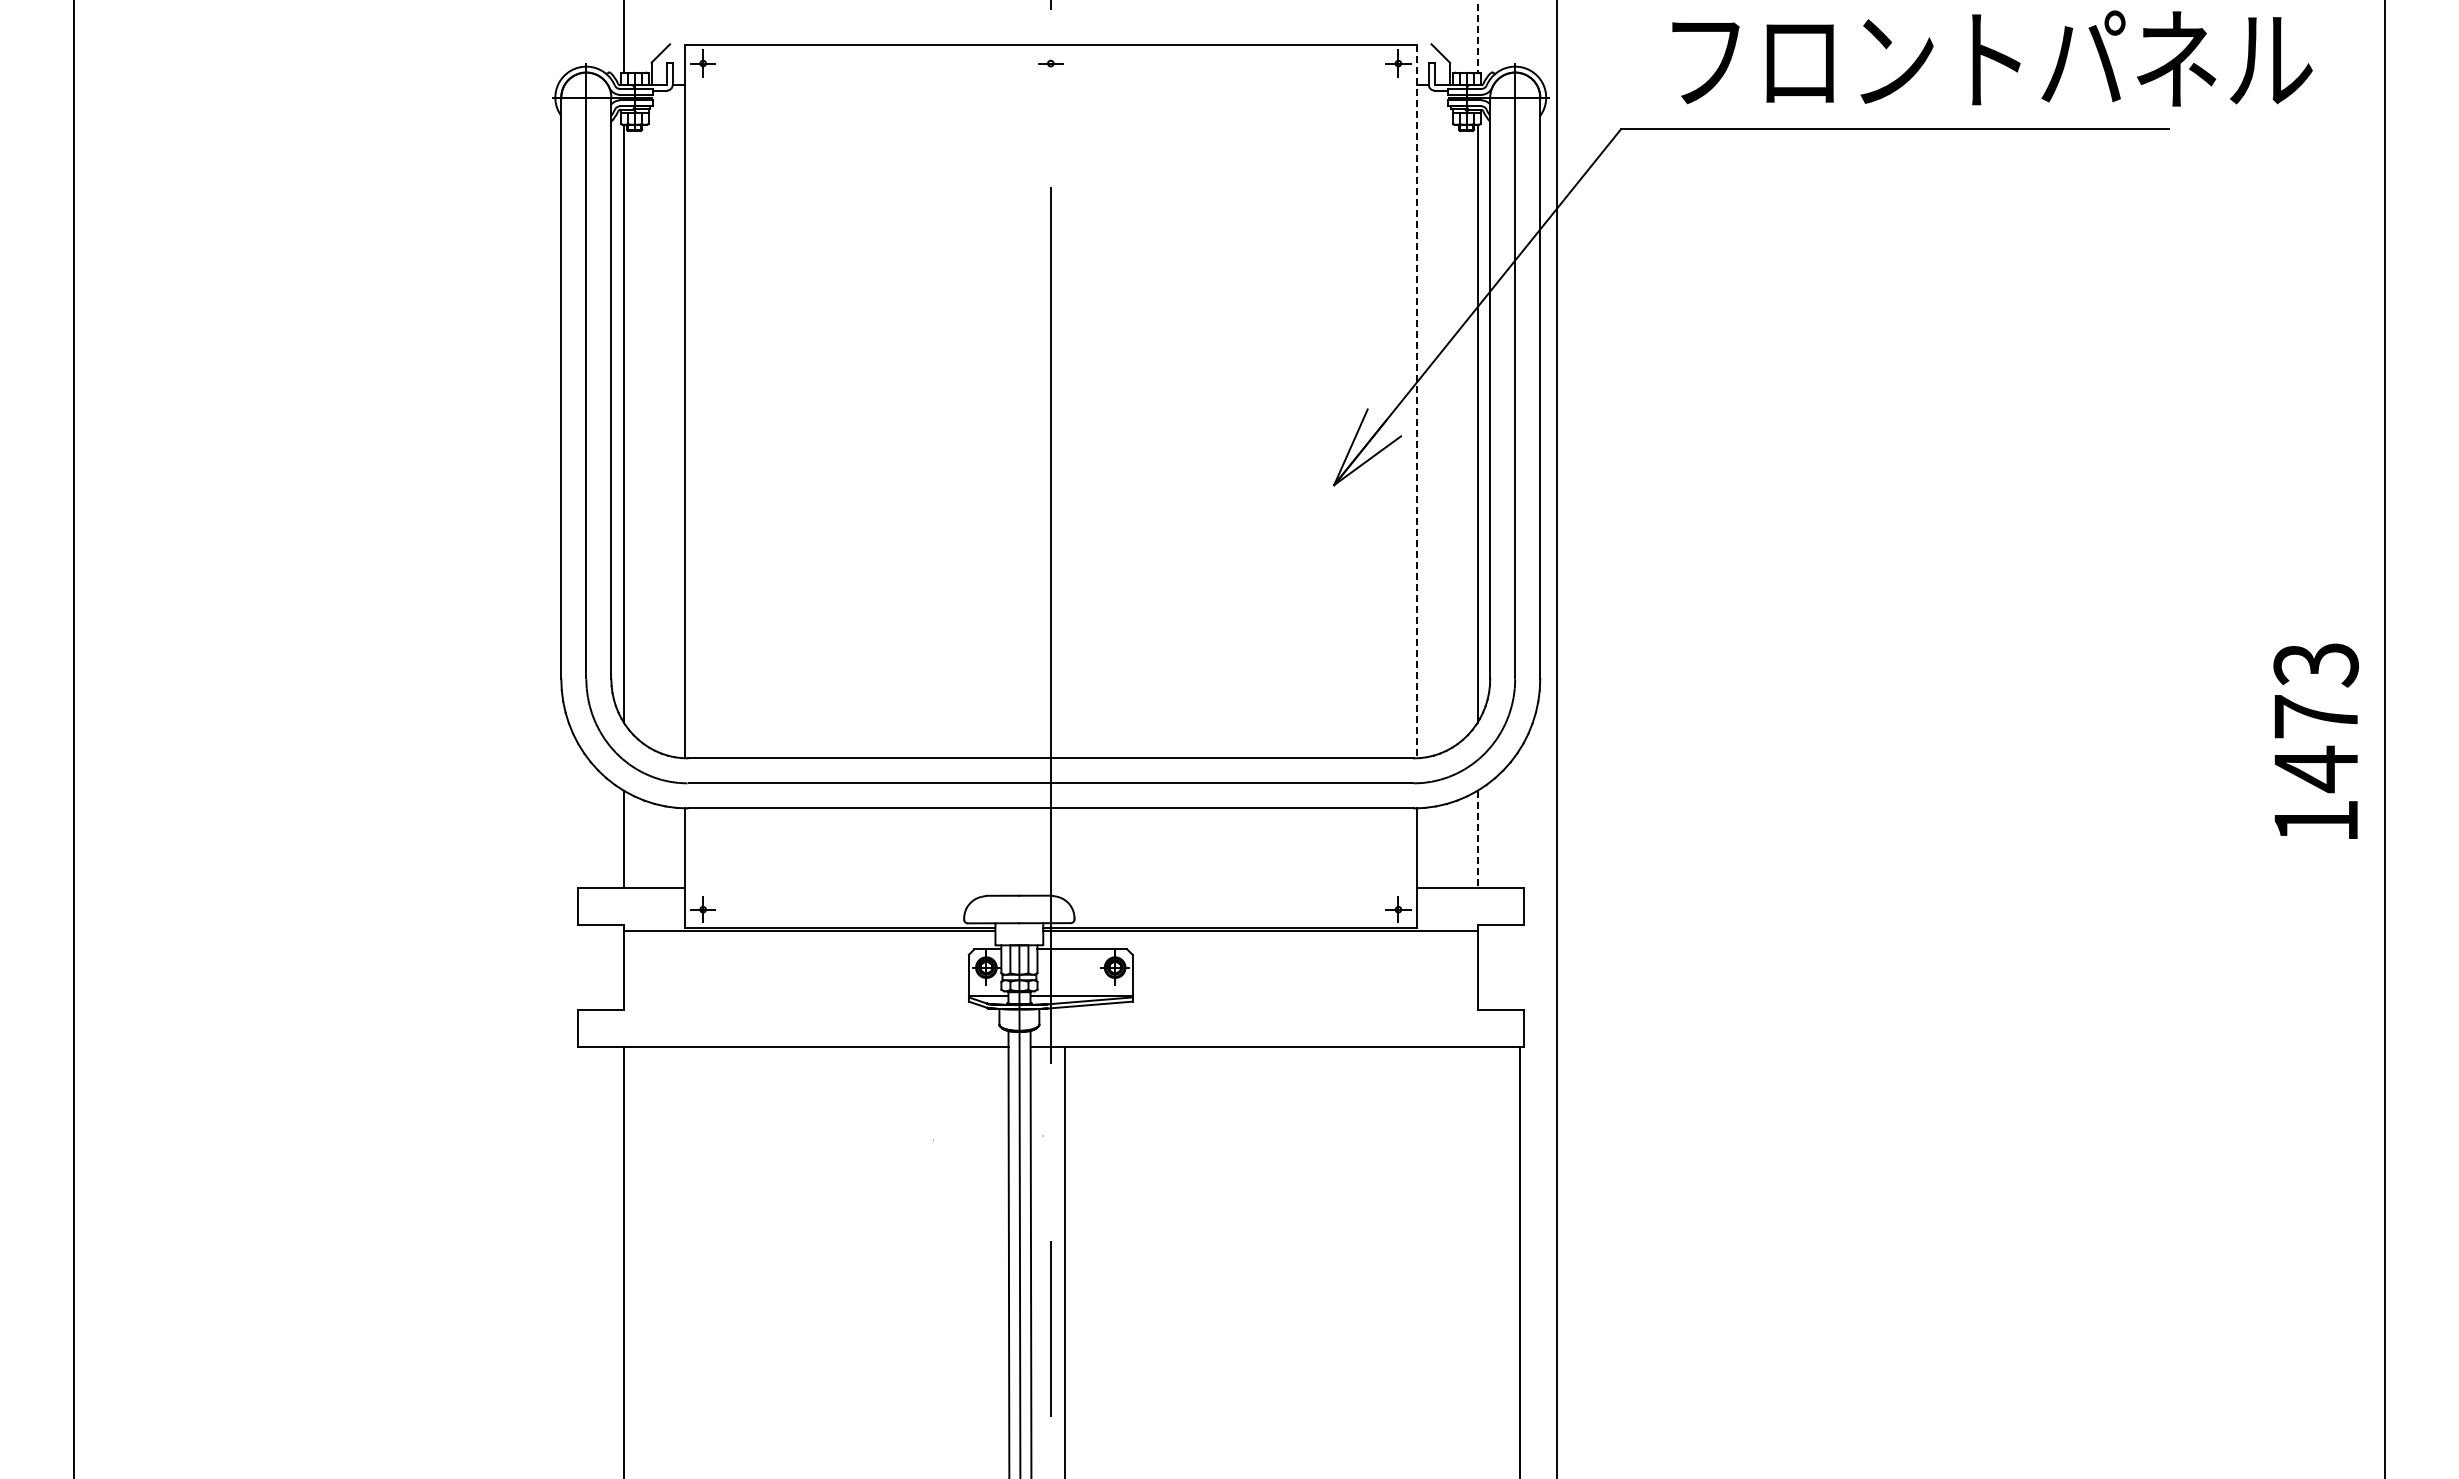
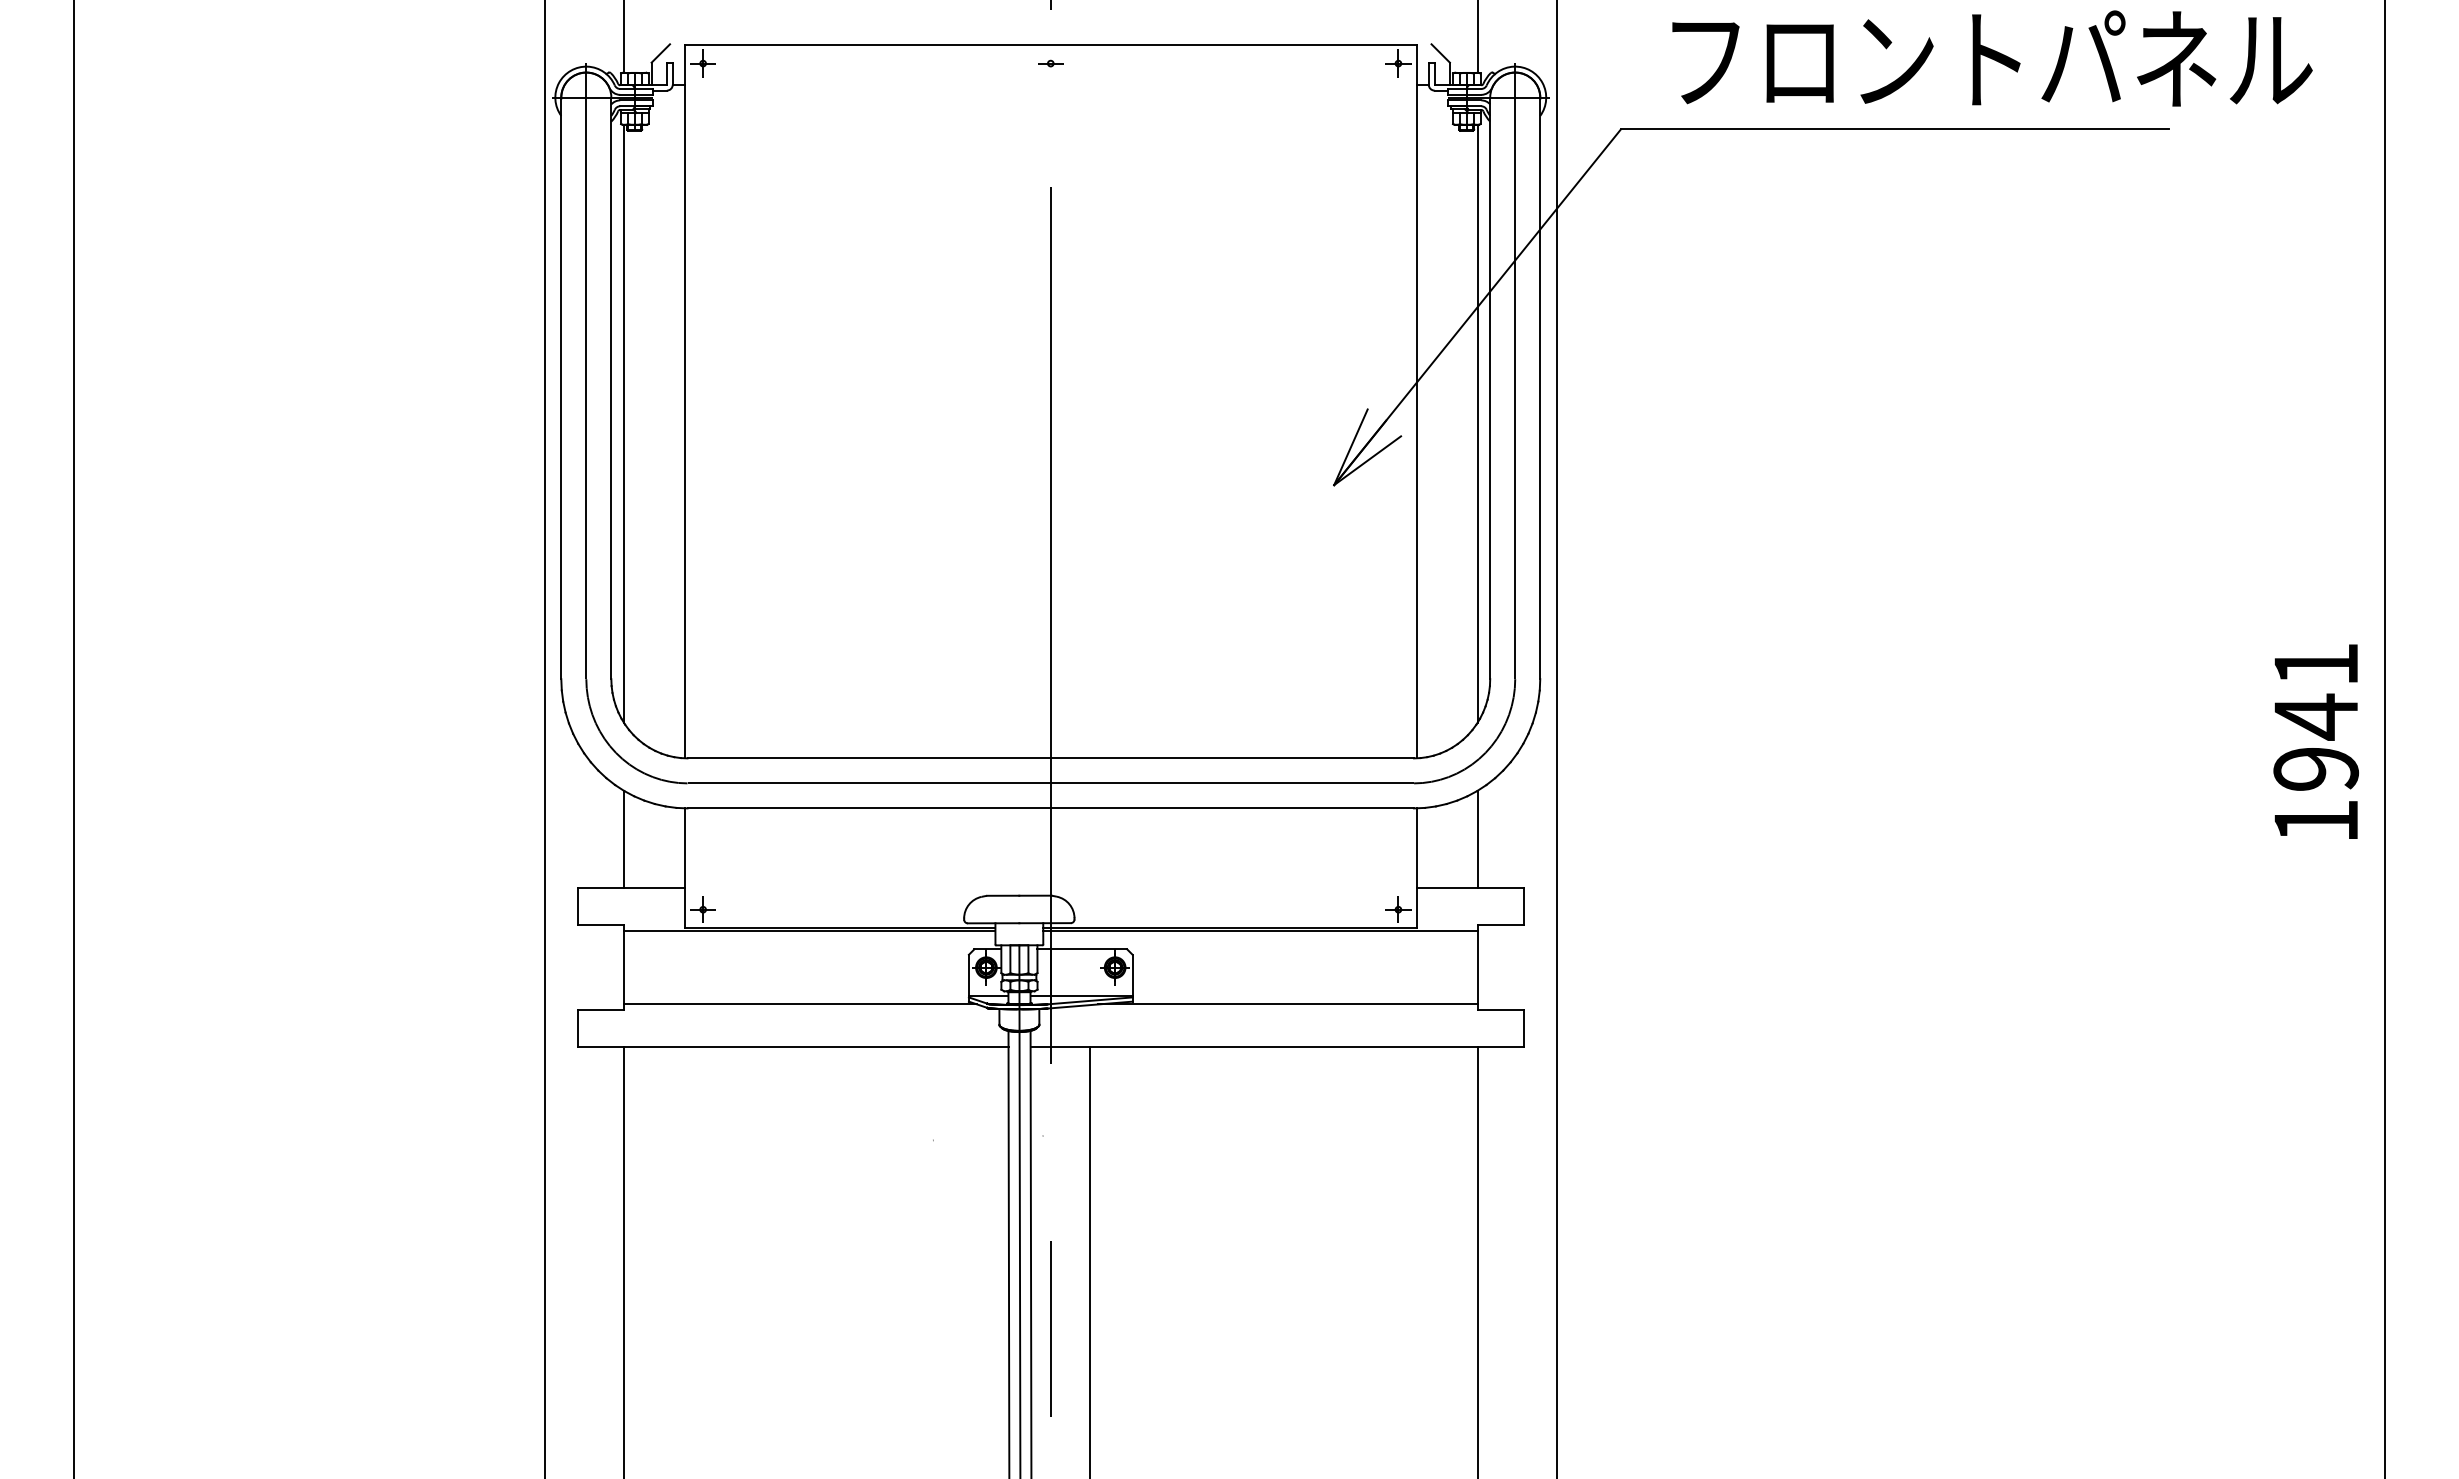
line at (1477, 36): dashed -> solid
line at (1416, 401): dashed -> solid
text at (2316, 718): 1473 -> 1941
line at (544, 738): none -> present
line at (1477, 839): dashed -> solid
line at (800, 1004): none -> present
line at (1287, 1004): none -> present
line at (1065, 1261) position: (1065, 1261) -> (1090, 1261)
line at (1519, 1261) position: (1519, 1261) -> (1477, 1261)
